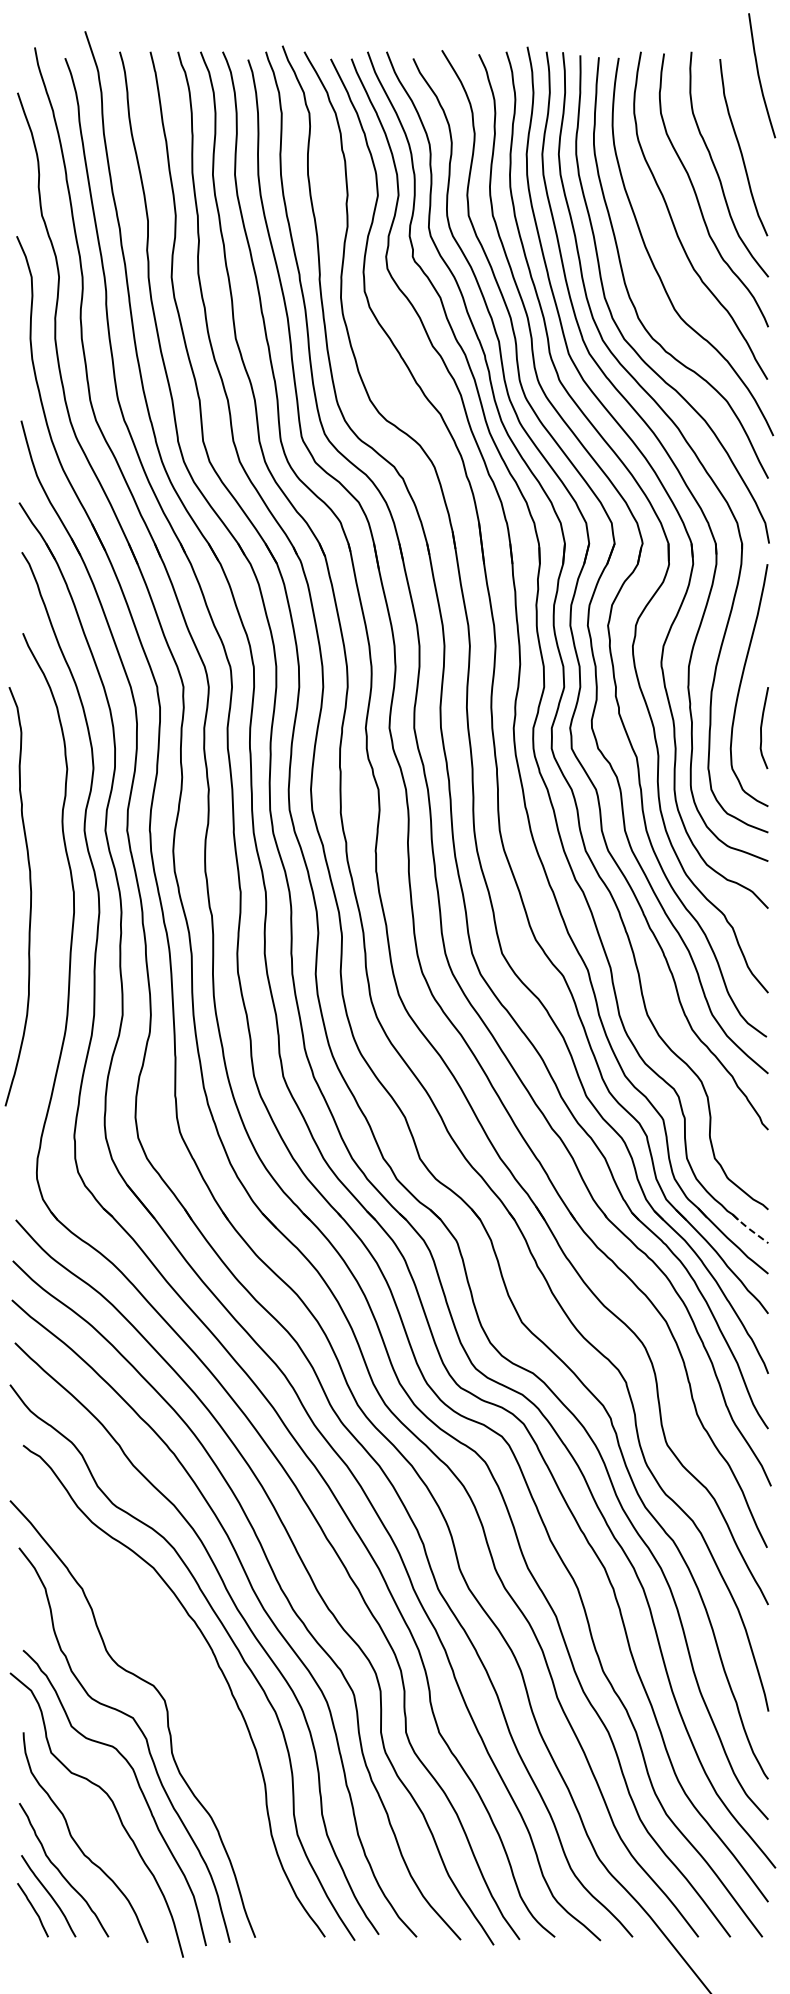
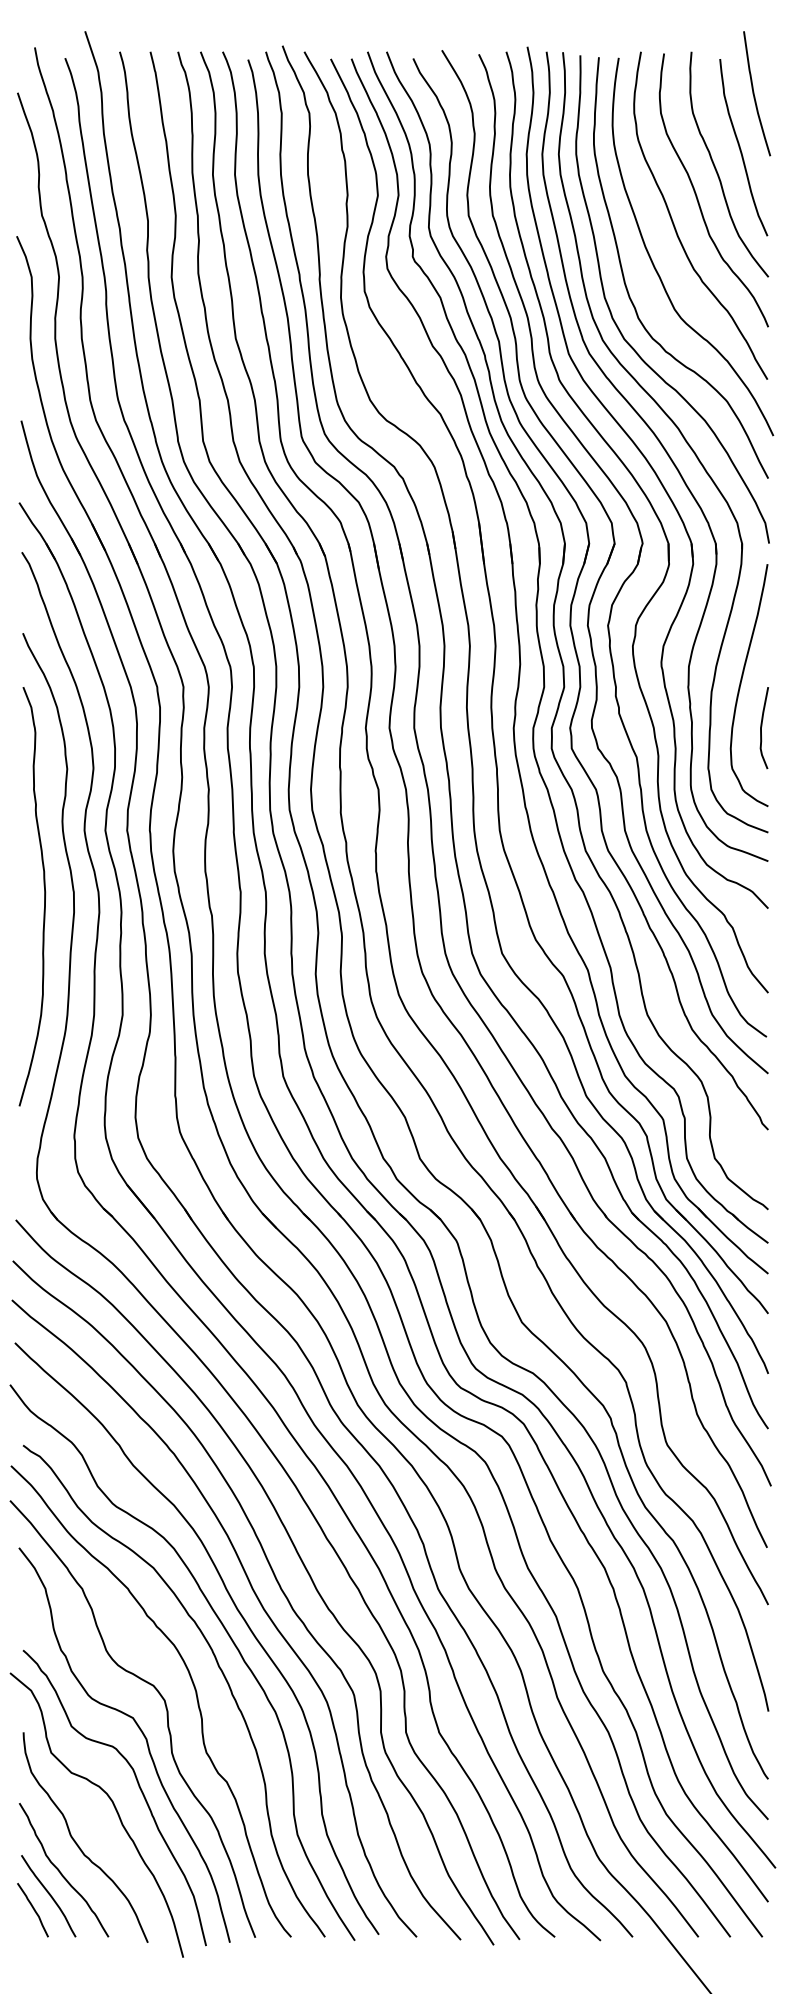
curve at (759, 75) position: (759, 75) -> (754, 93)
curve at (30, 896) position: (30, 896) -> (44, 896)
line at (749, 1229): dashed -> solid
curve at (193, 1687): none -> present
